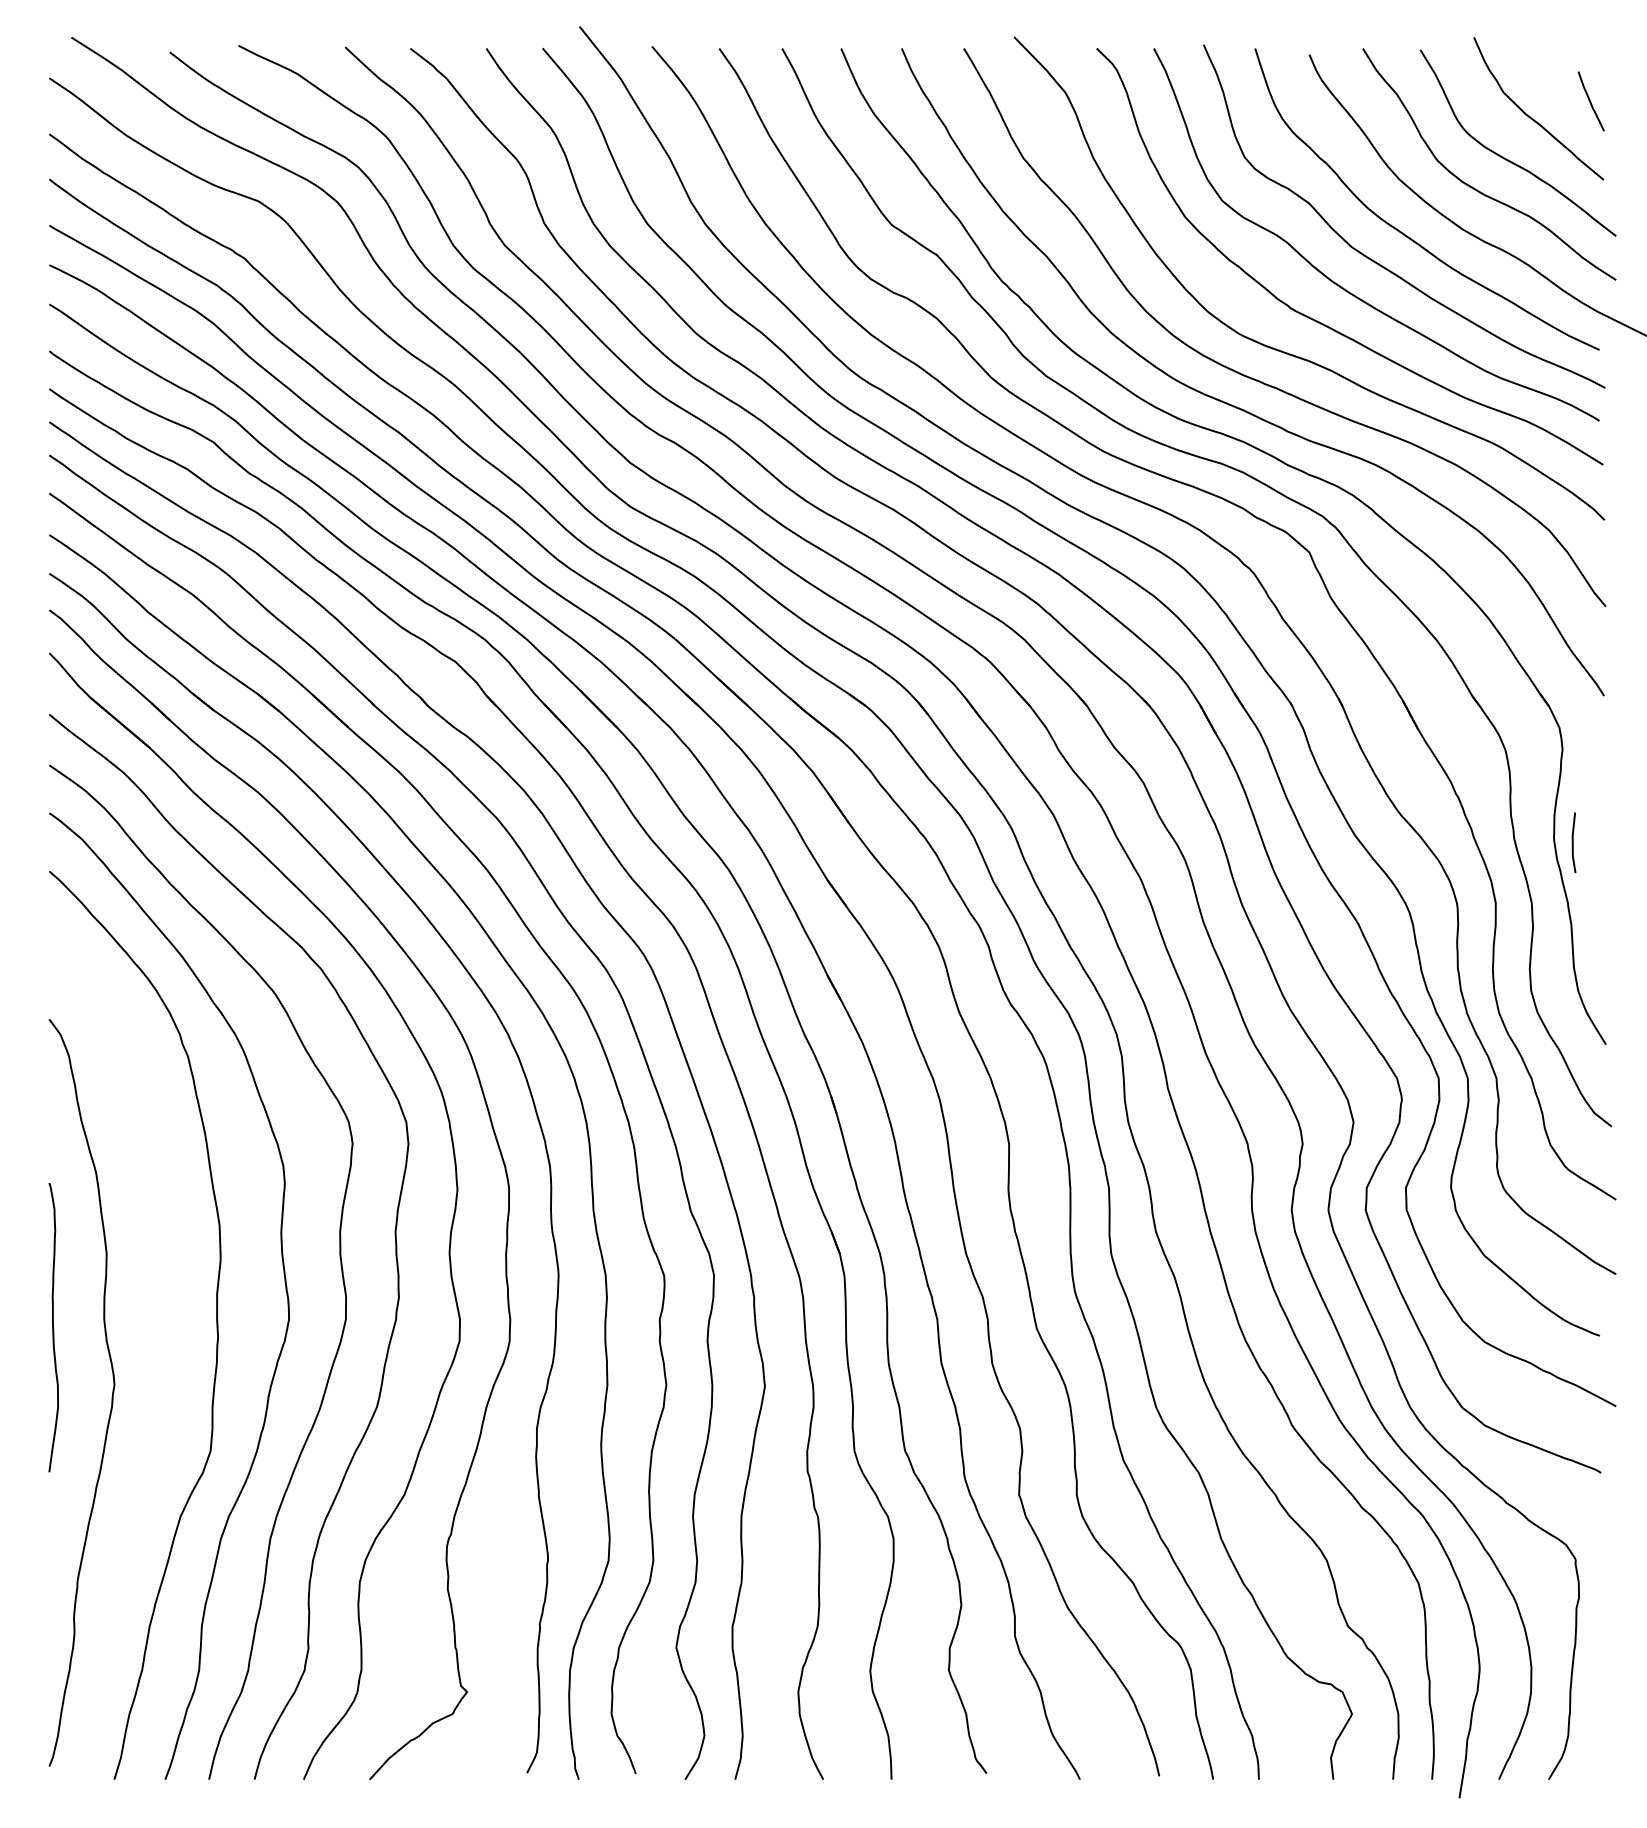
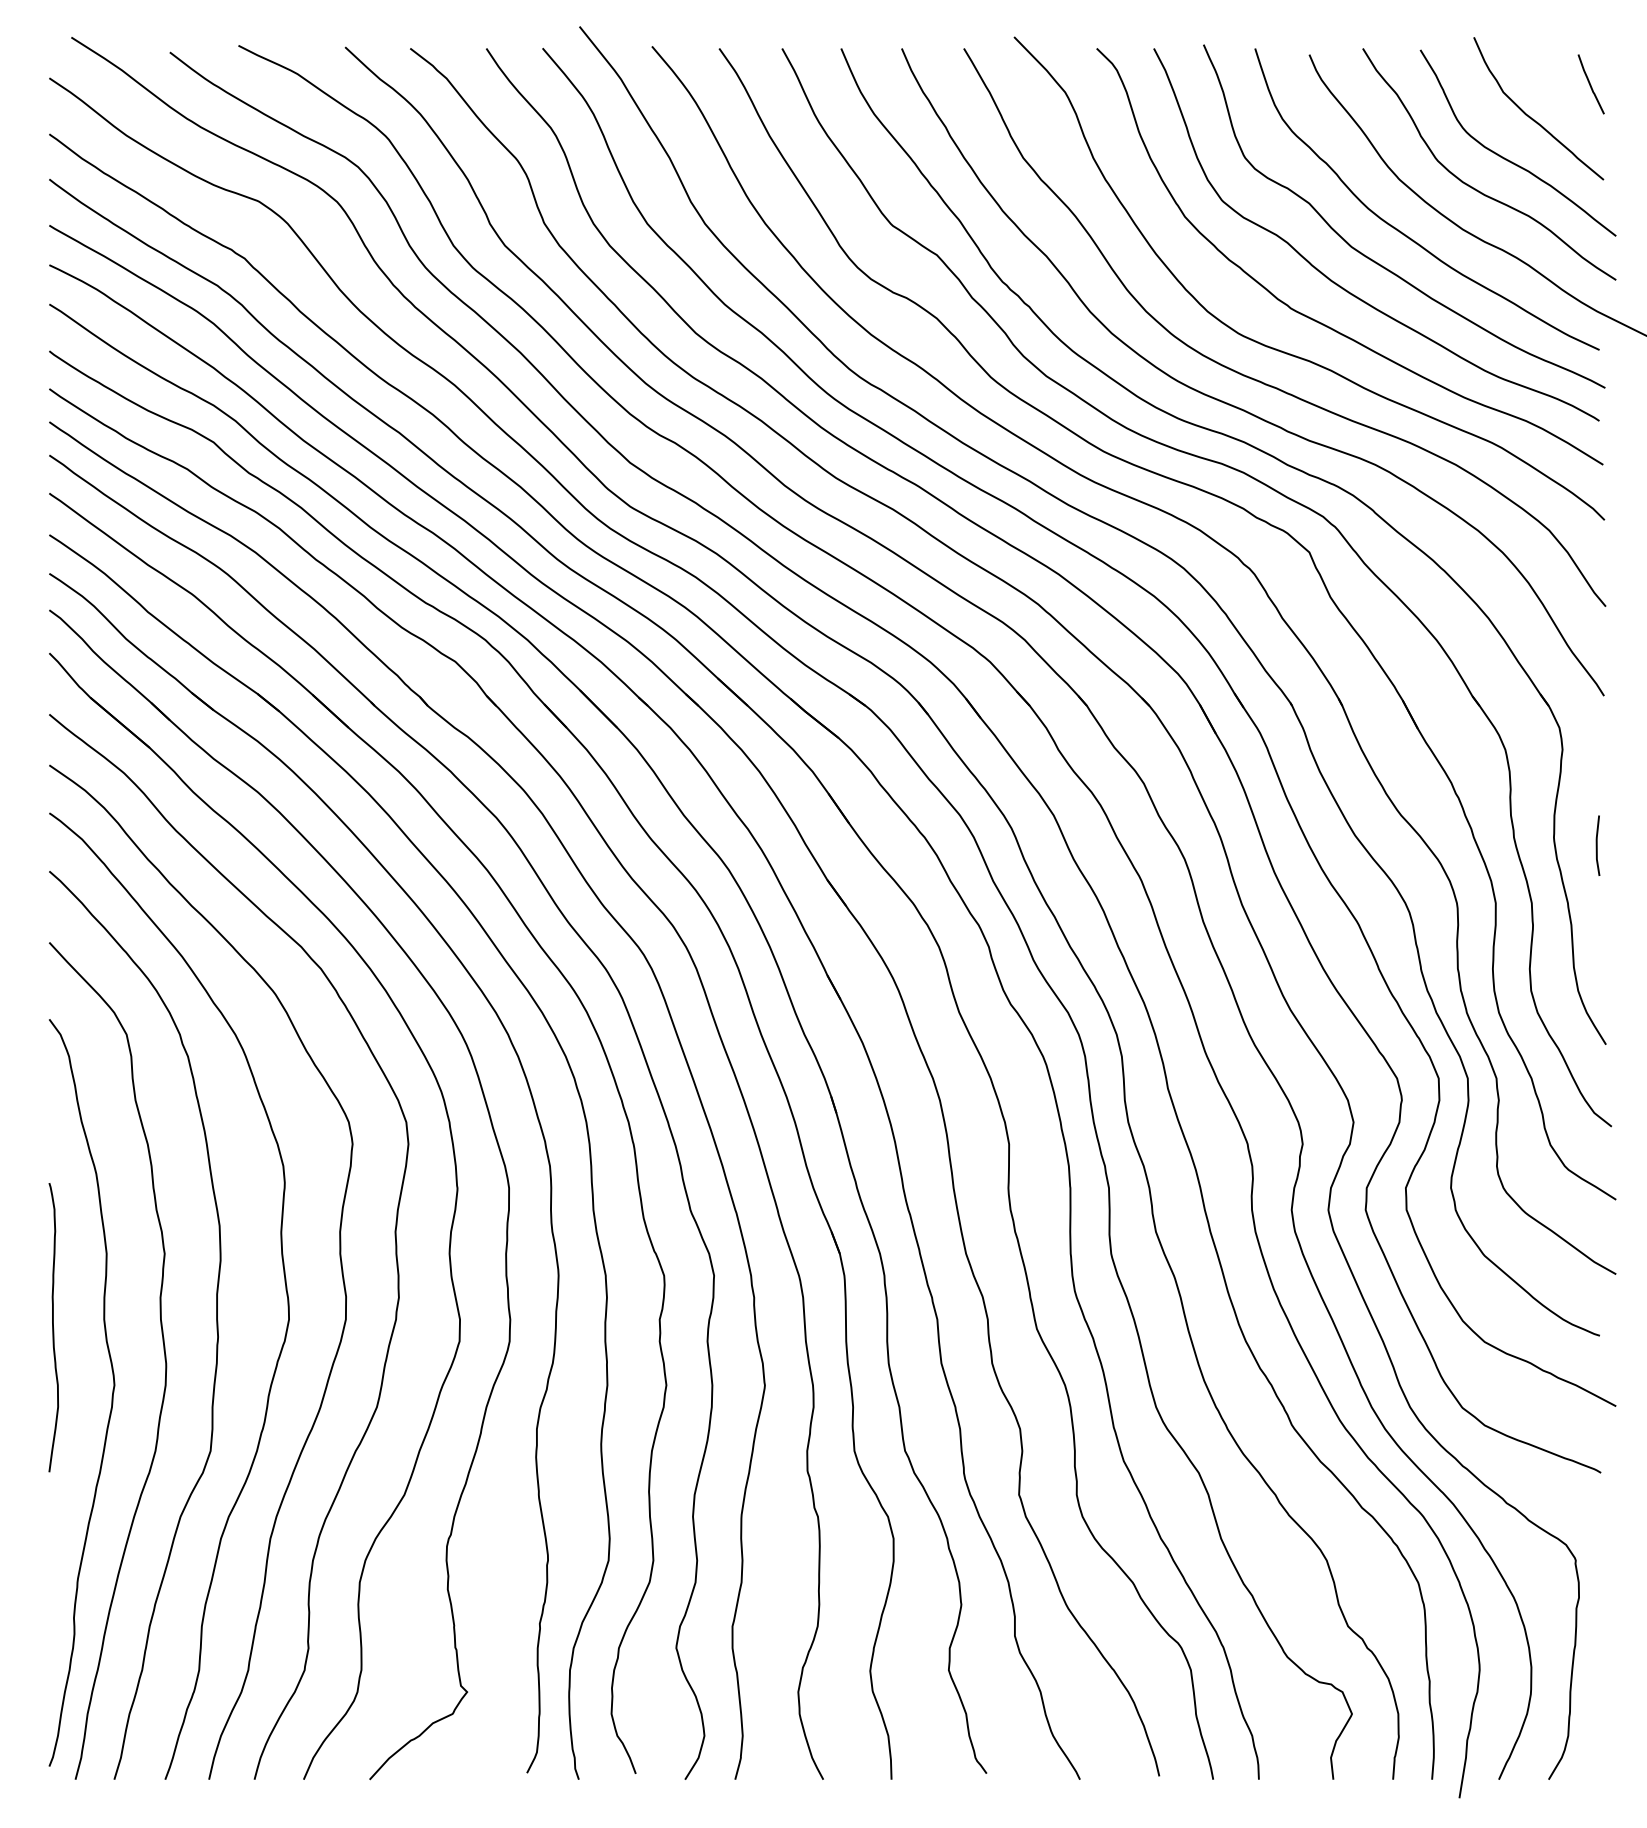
curve at (1590, 101) position: (1590, 101) -> (1590, 84)
line at (1573, 842) position: (1573, 842) -> (1597, 845)
curve at (163, 1351): none -> present
